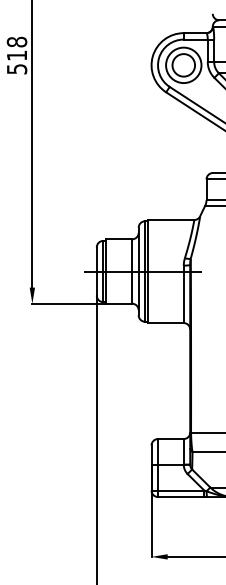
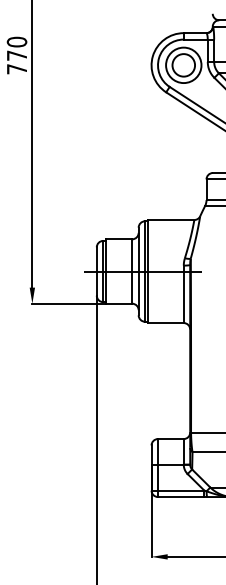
text at (17, 55): 518 -> 770
